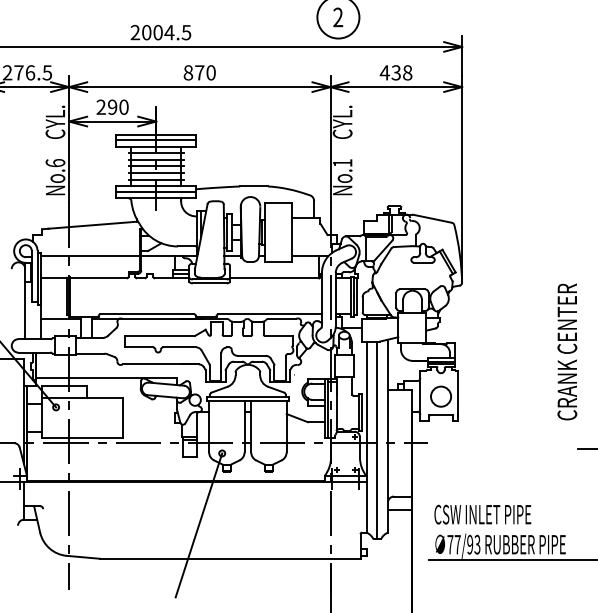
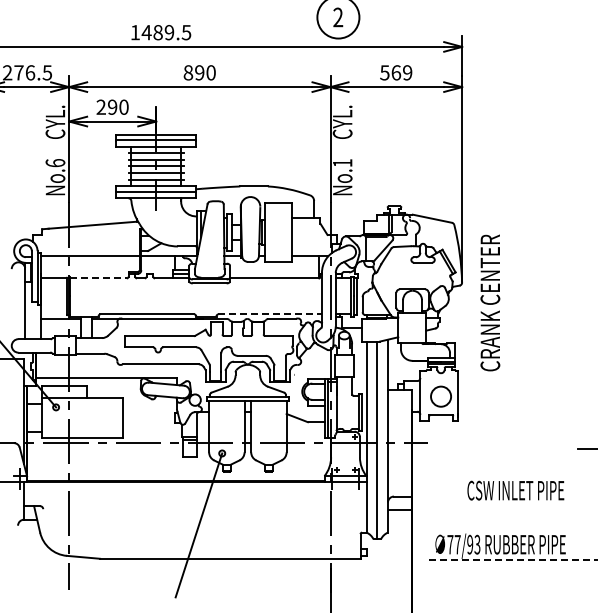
text at (152, 32): 2004.5 -> 1489.5
text at (199, 72): 870 -> 890
text at (395, 72): 438 -> 569
line at (98, 278): solid -> dashed
line at (270, 314): solid -> dashed
text at (567, 351) position: (567, 351) -> (490, 302)
text at (482, 514) position: (482, 514) -> (515, 490)
line at (513, 560): solid -> dashed
